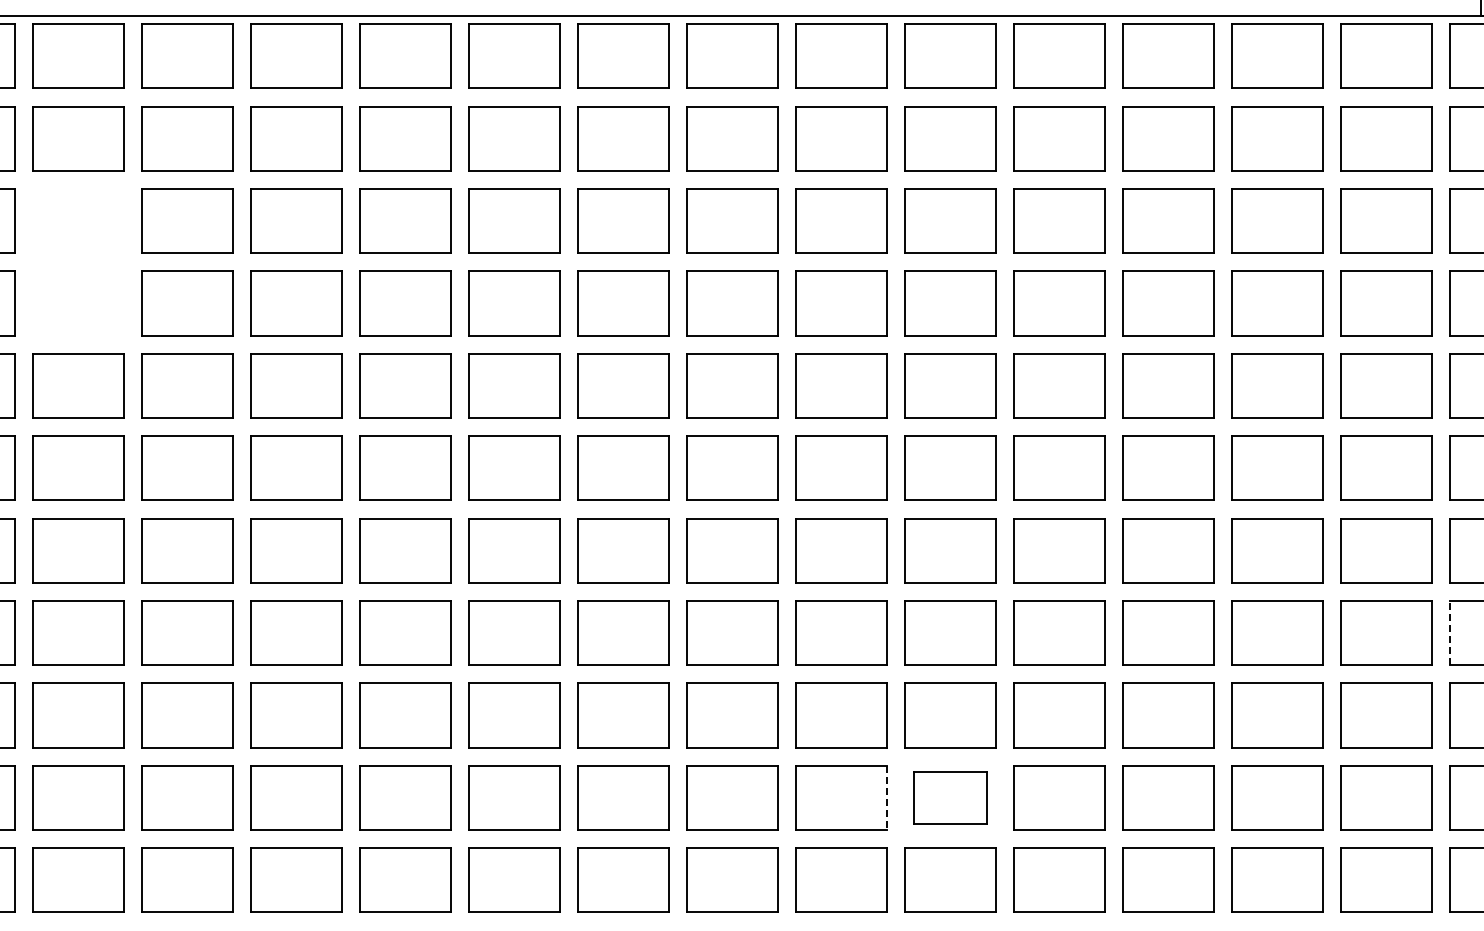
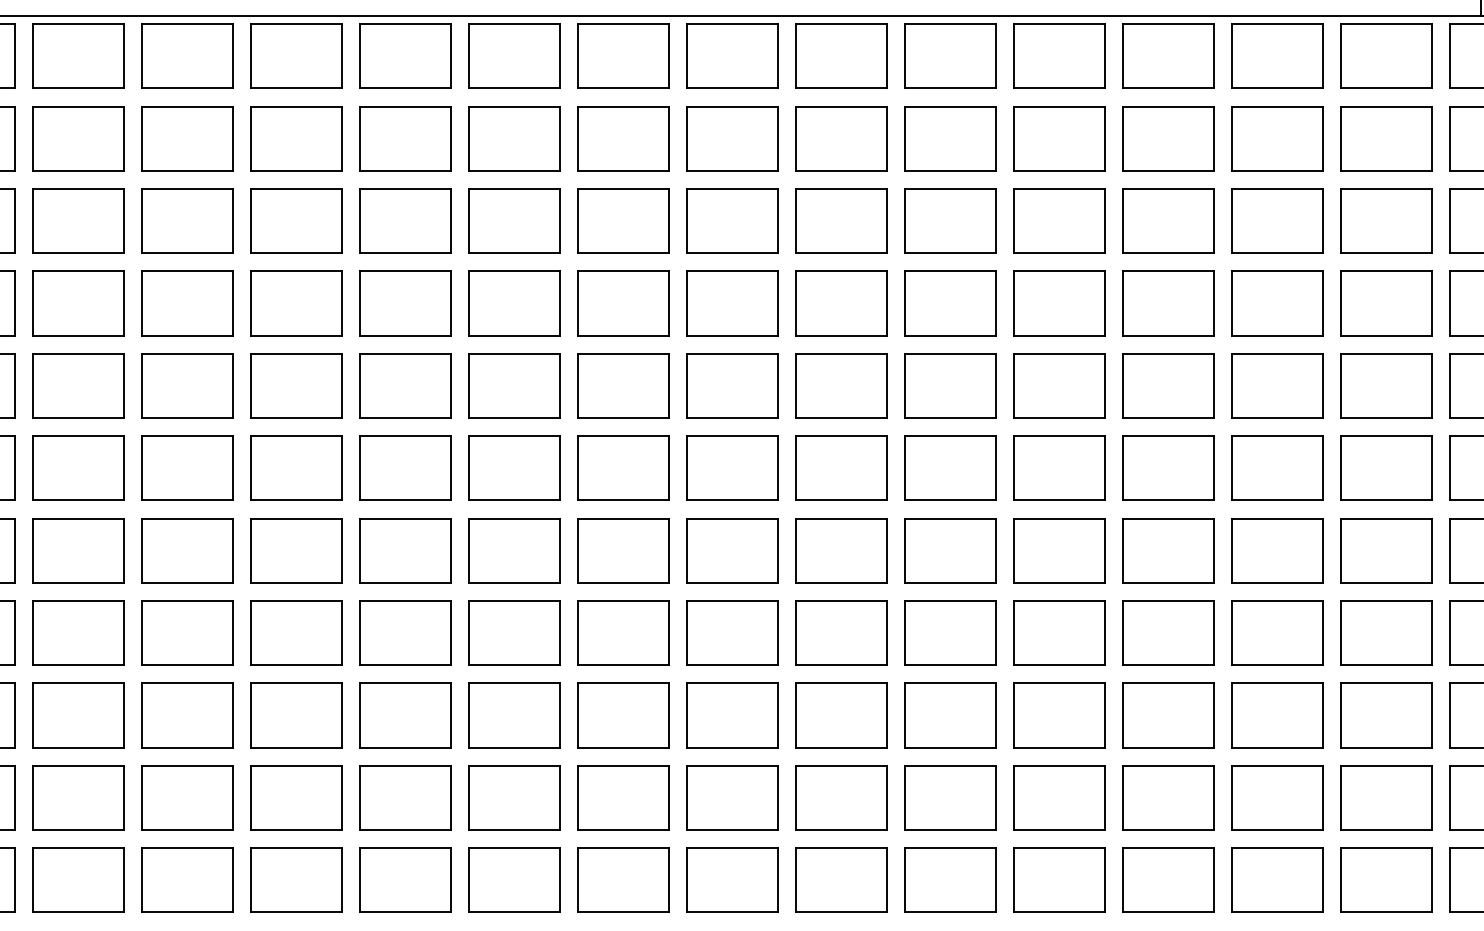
part at (78, 220): none -> present
part at (78, 303): none -> present
line at (1450, 632): dashed -> solid
part at (950, 797) size: 75x54 px -> 93x66 px
line at (887, 798): dashed -> solid
